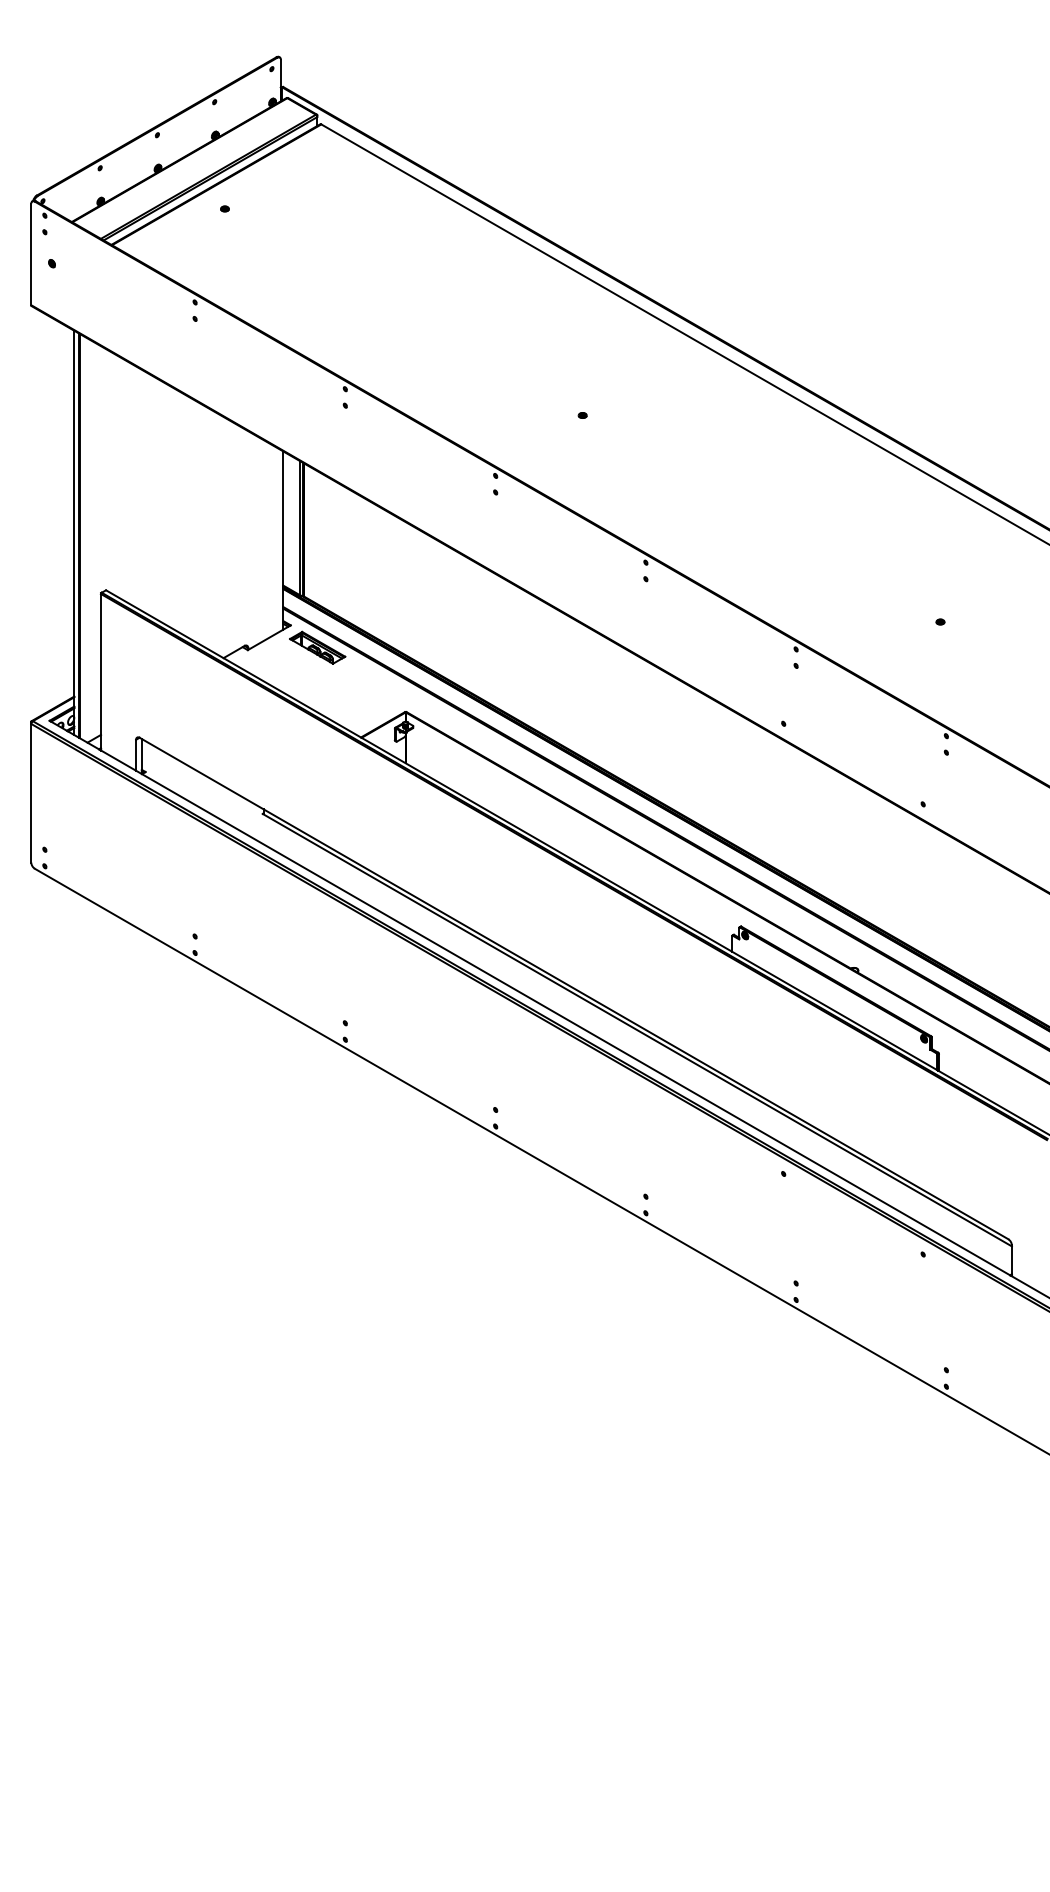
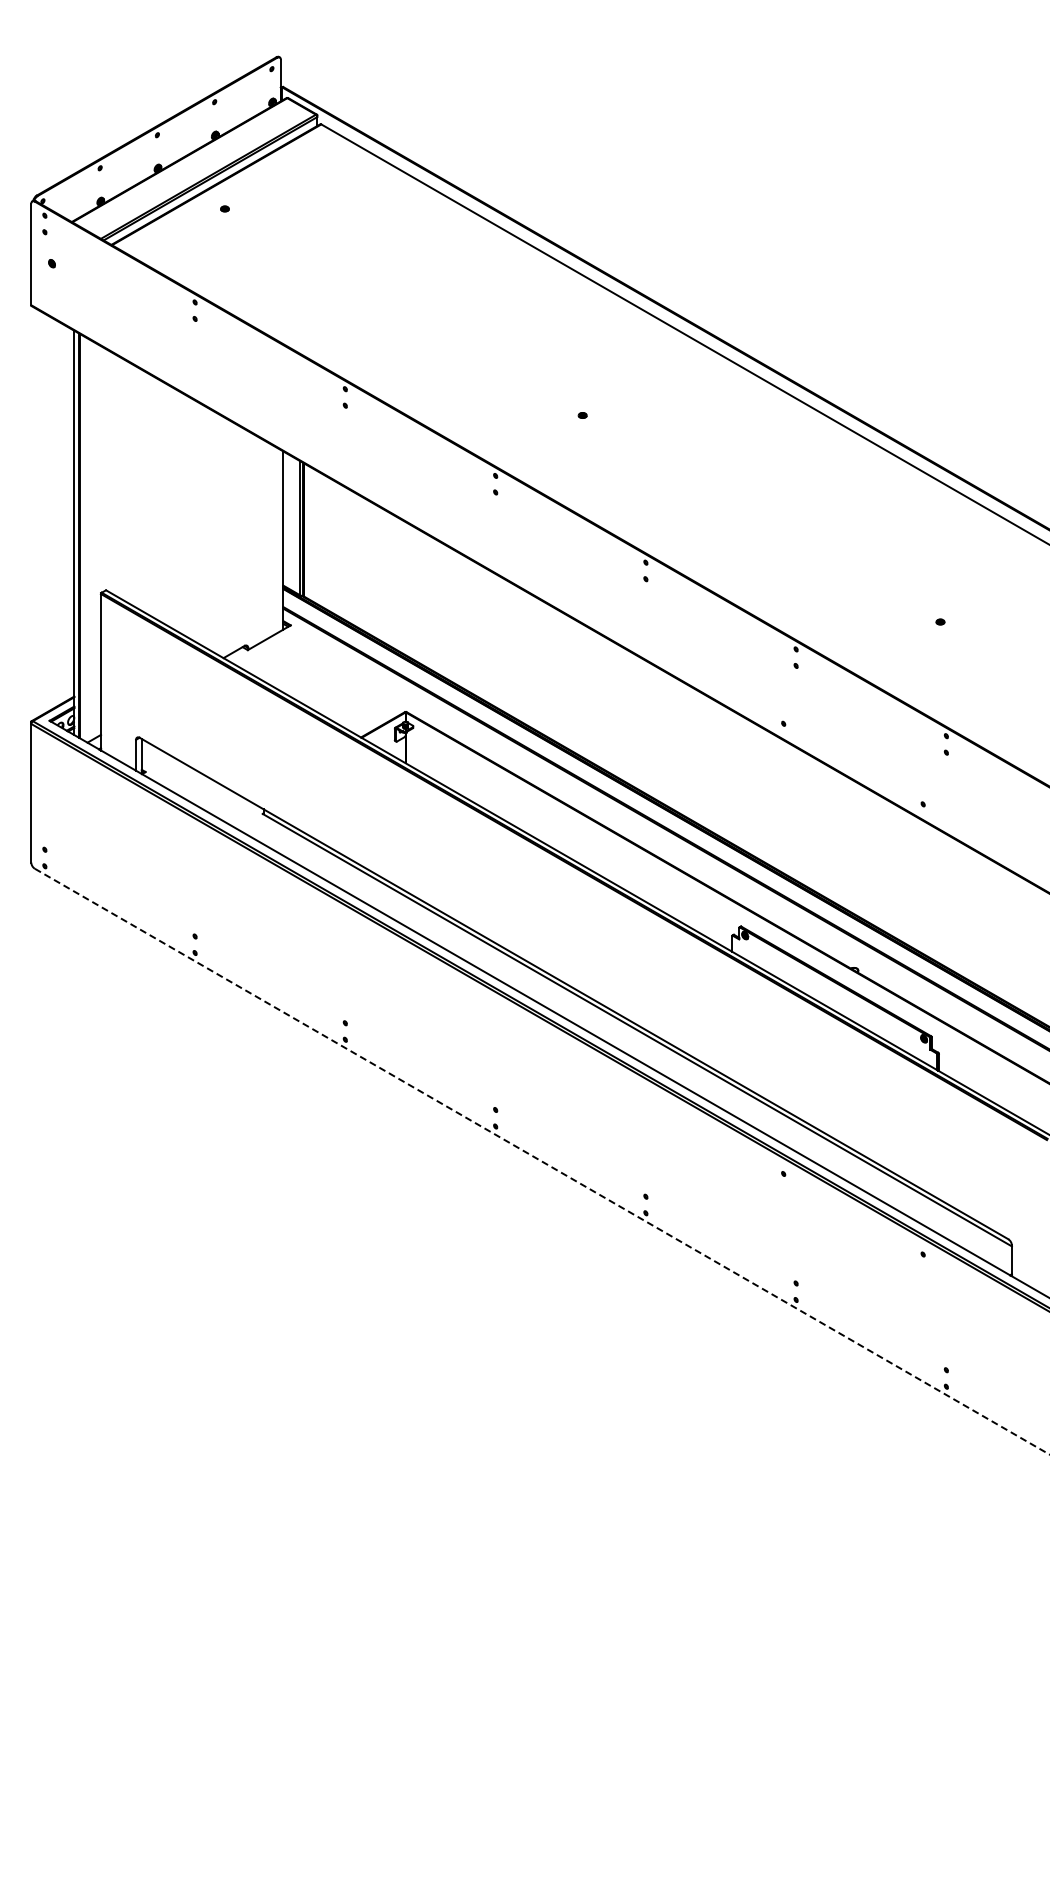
part at (317, 647): present -> none
line at (542, 1161): solid -> dashed
